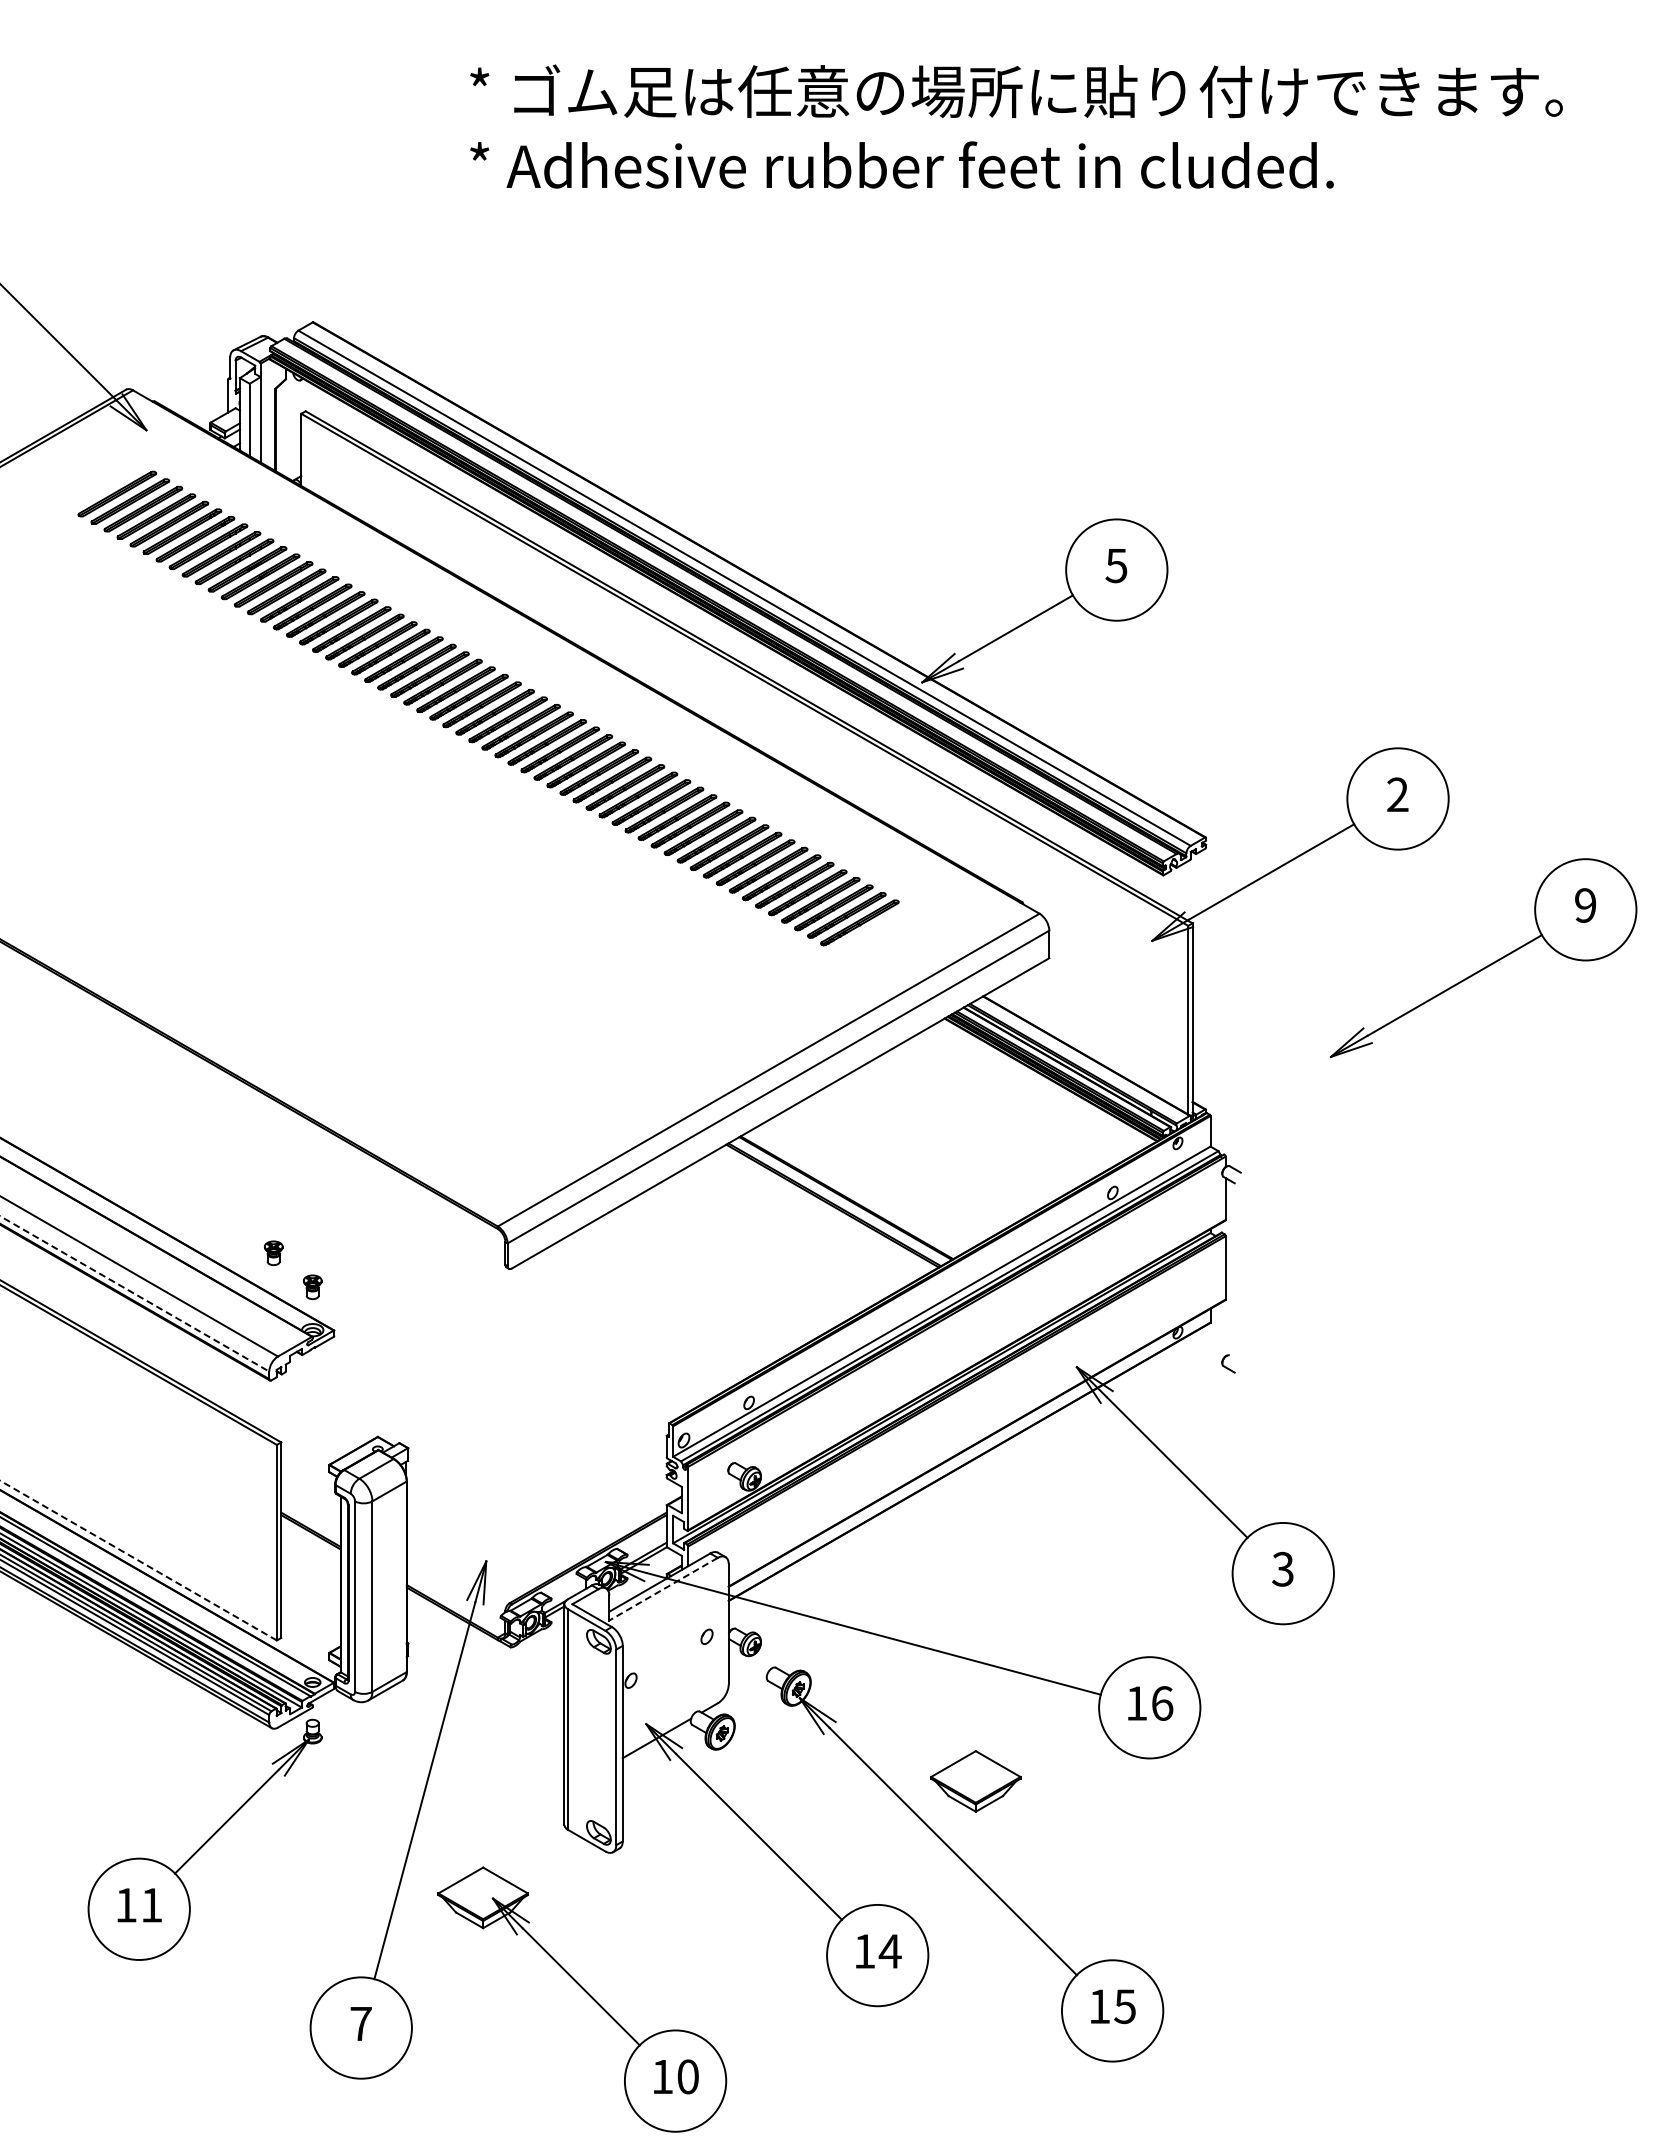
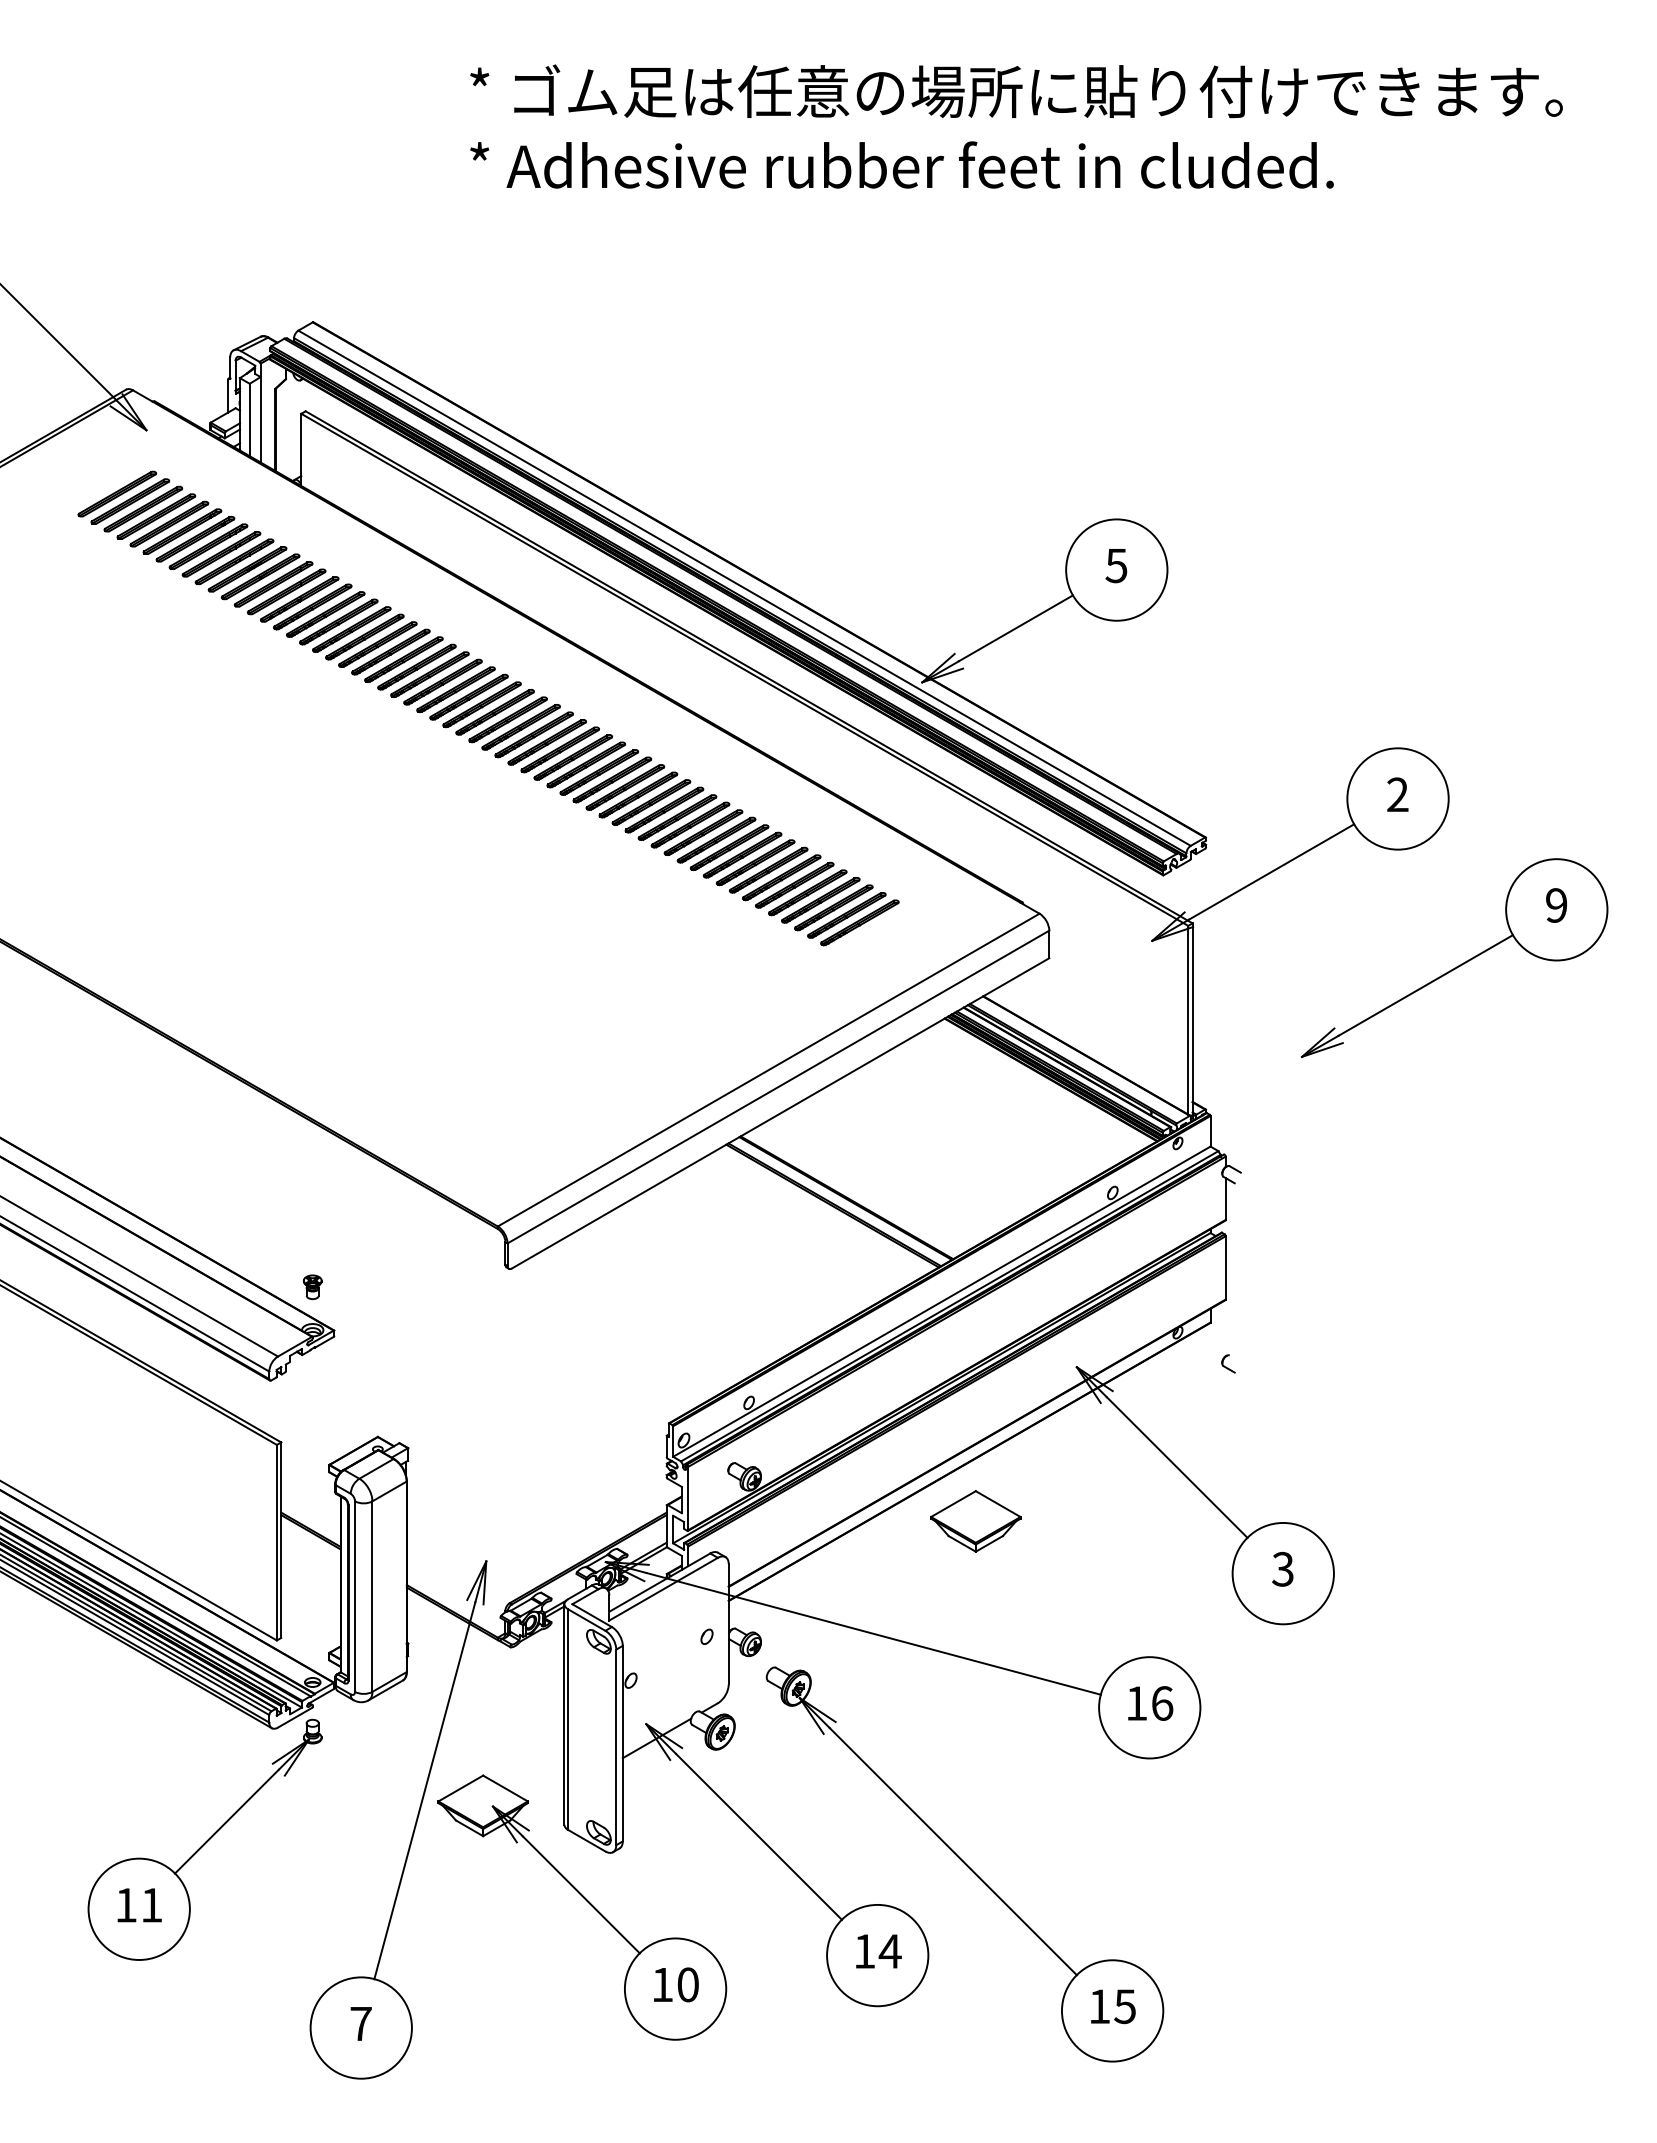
part at (1488, 964) position: (1488, 964) -> (1459, 964)
part at (273, 1253): present -> none
line at (135, 1294): dashed -> solid
line at (138, 1560): dashed -> solid
line at (663, 1589): dashed -> solid
part at (975, 1781) position: (975, 1781) -> (975, 1521)
part at (587, 1994) position: (587, 1994) -> (587, 1902)
